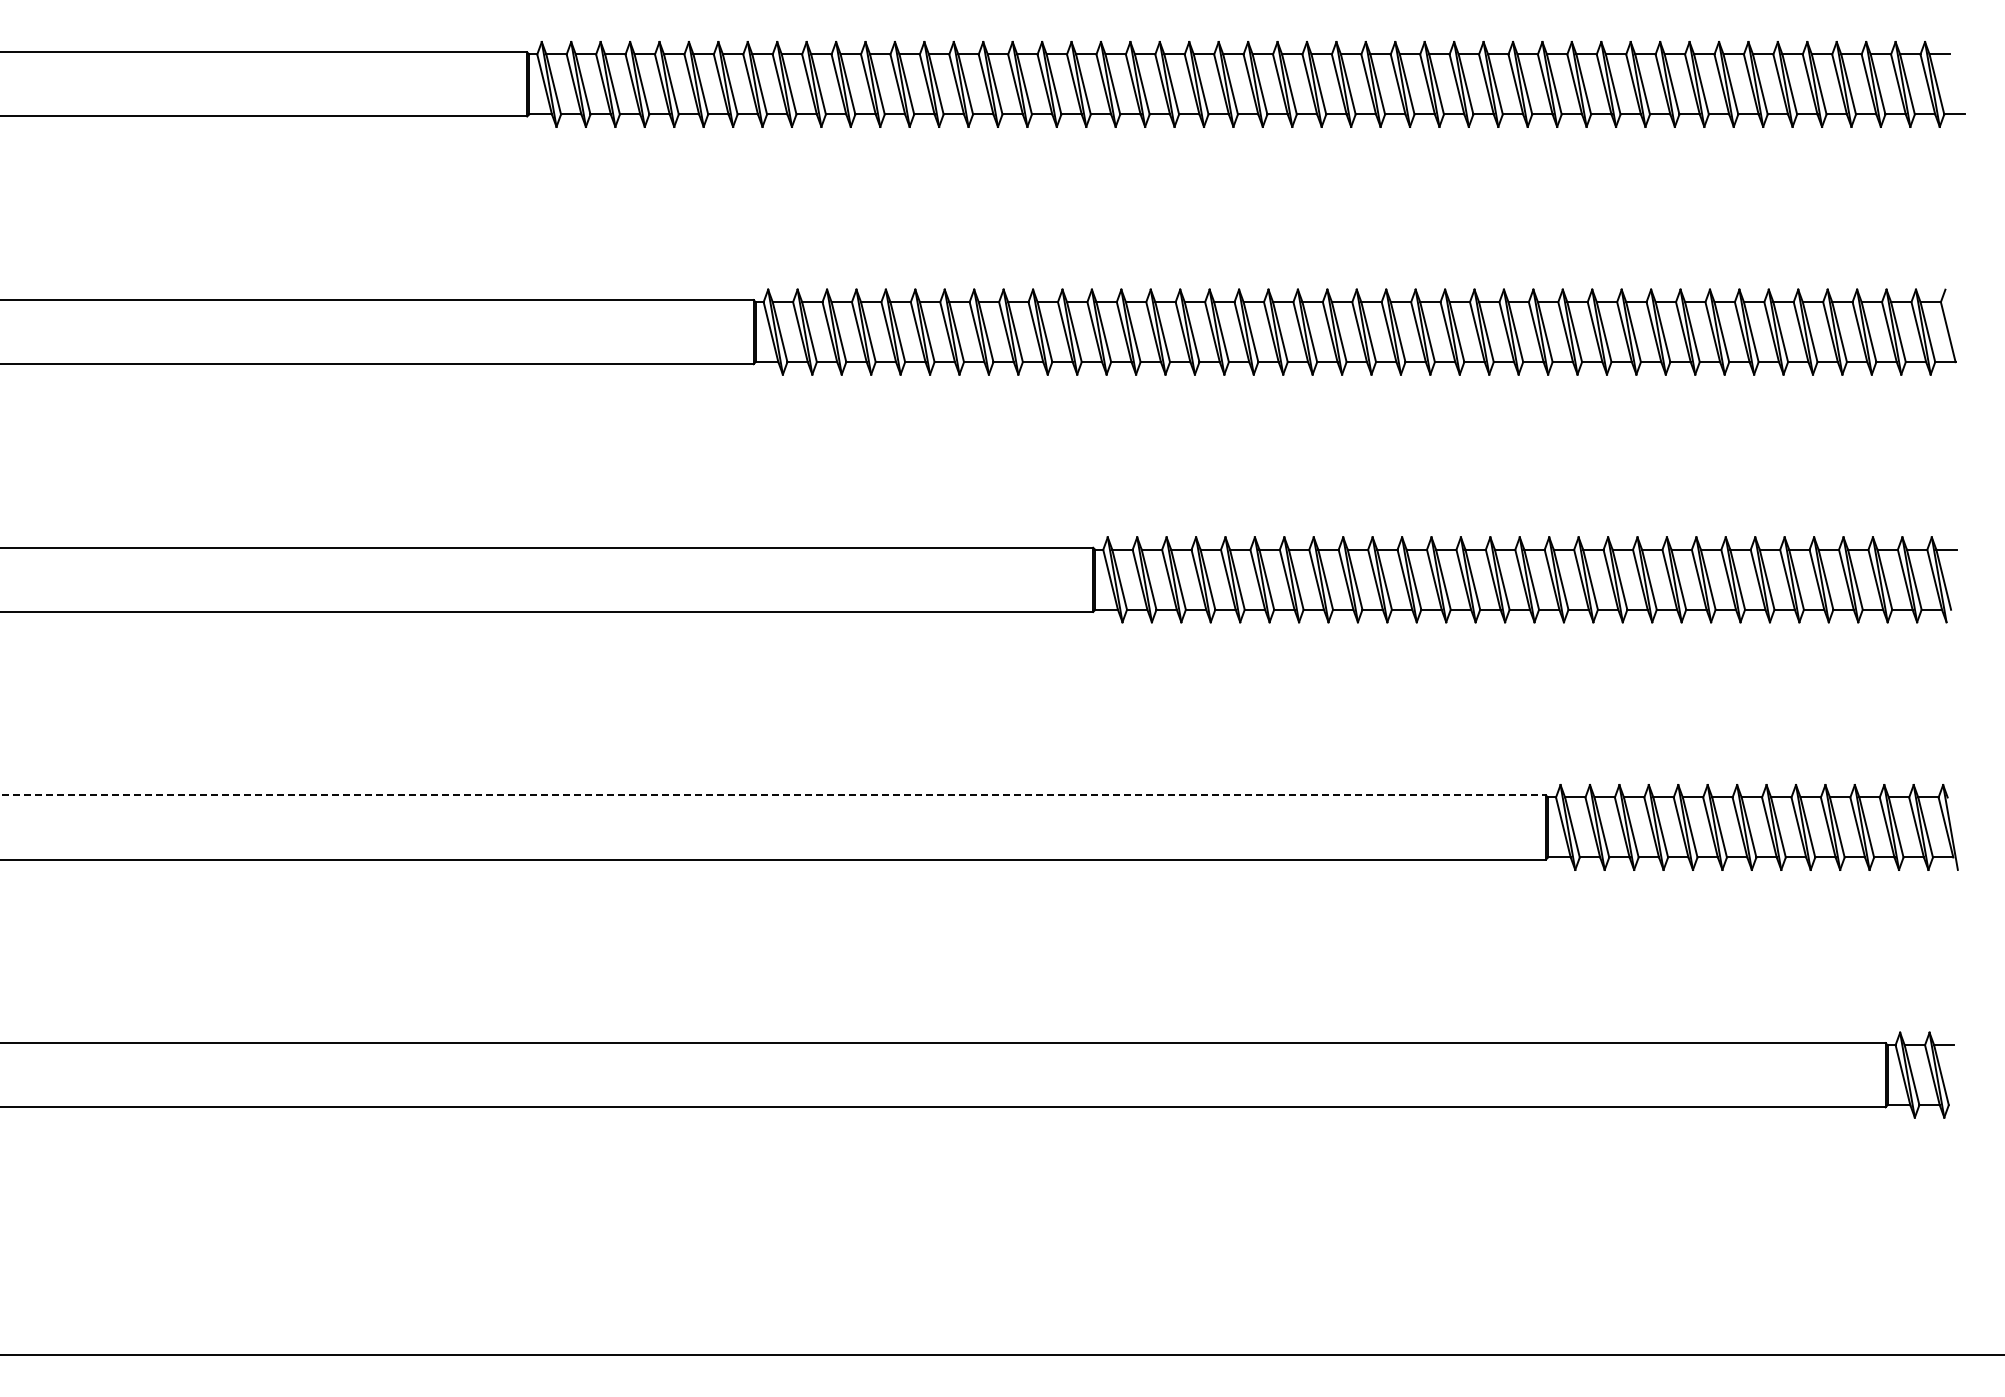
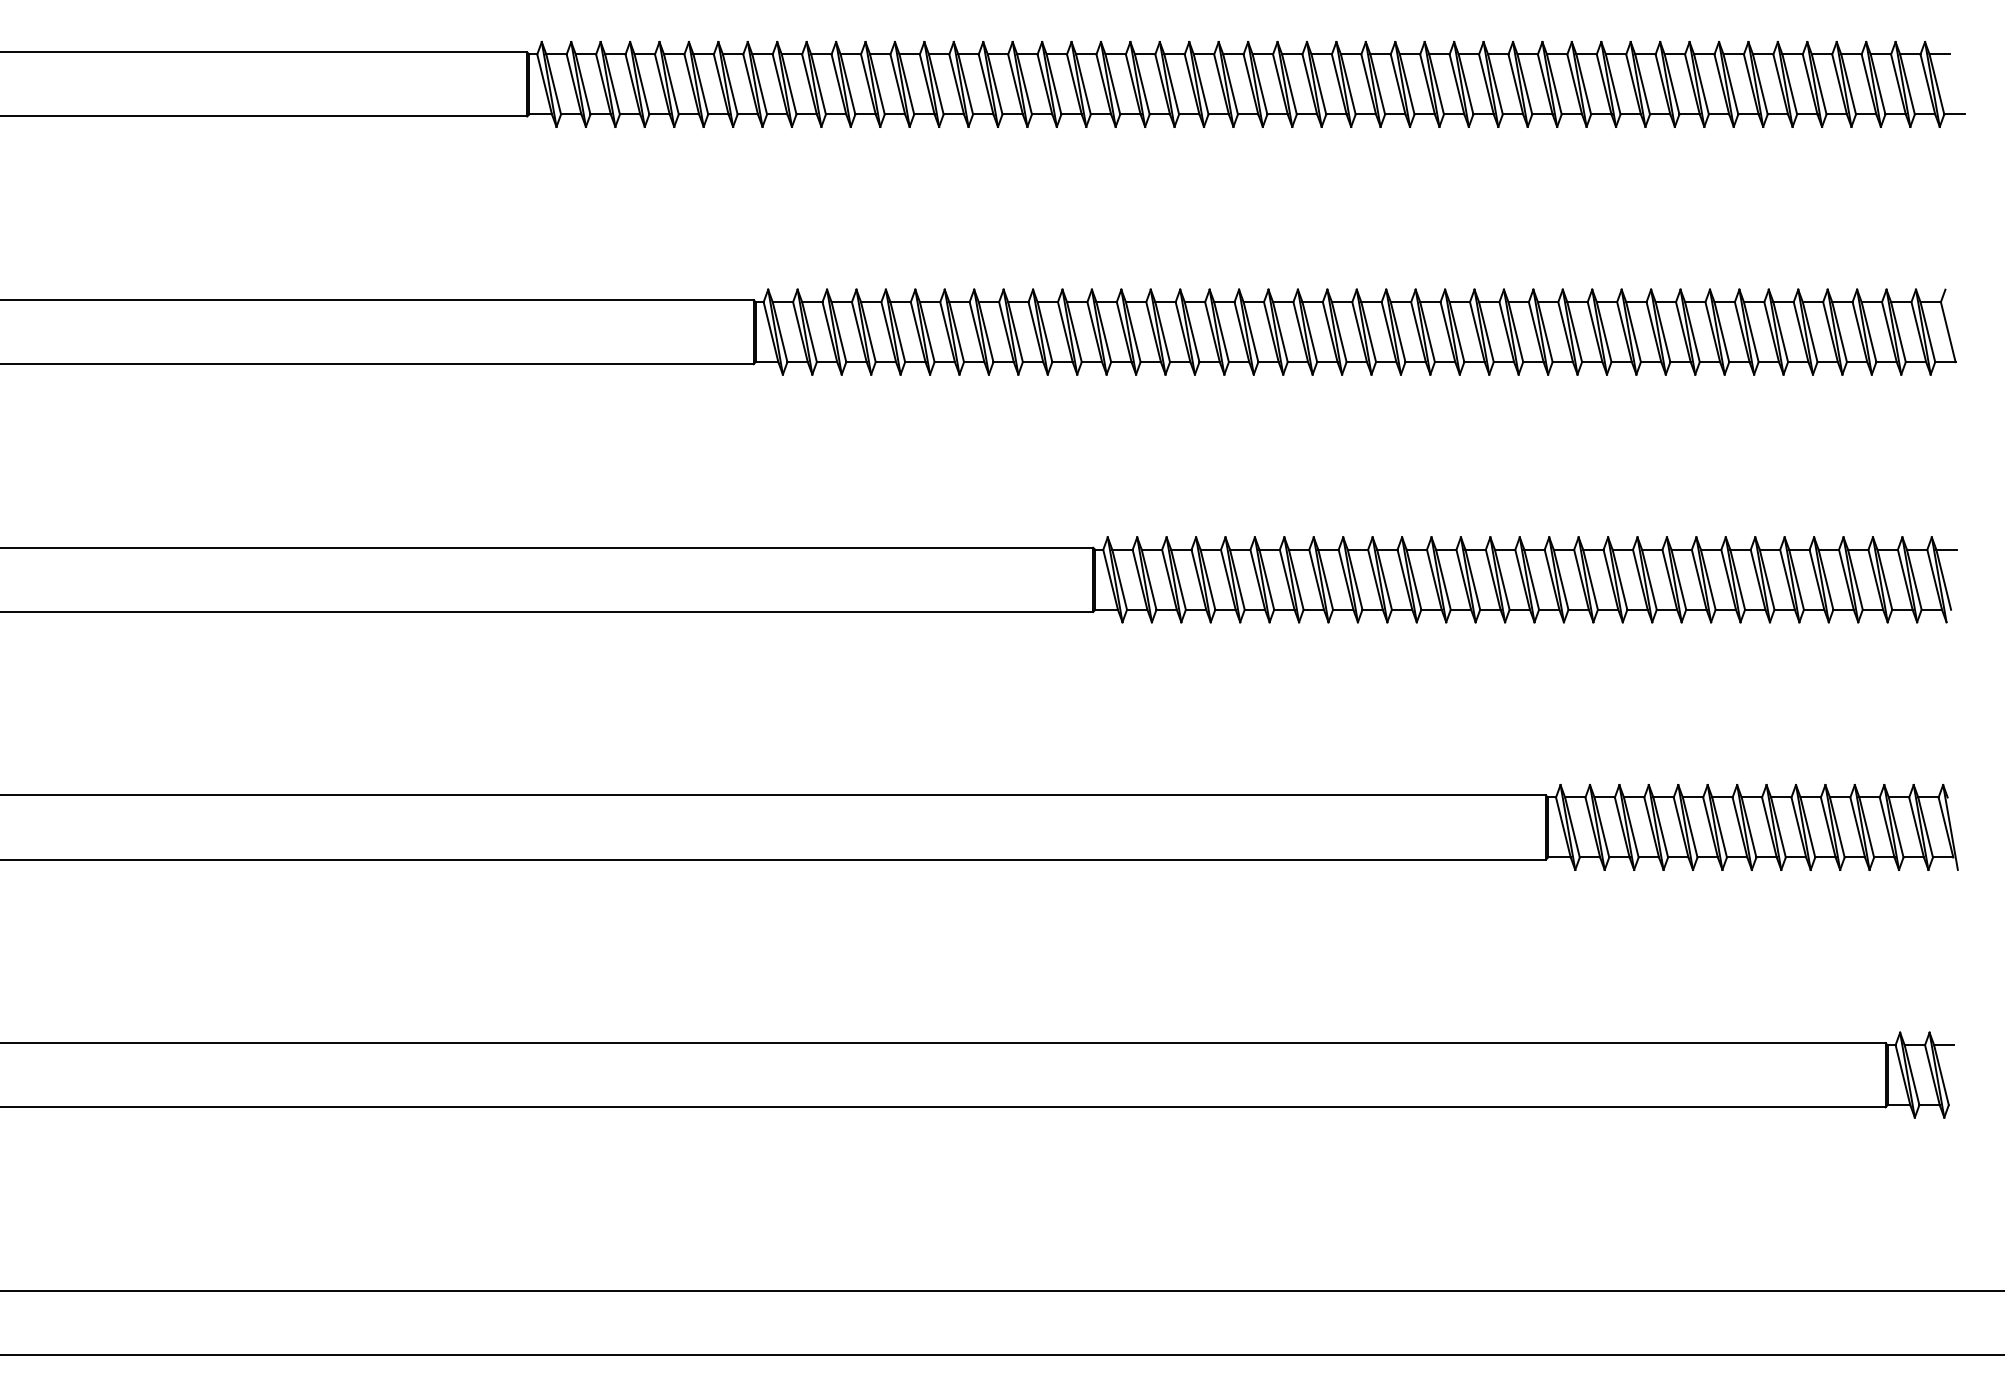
line at (773, 795): dashed -> solid
line at (1001, 1290): none -> present
